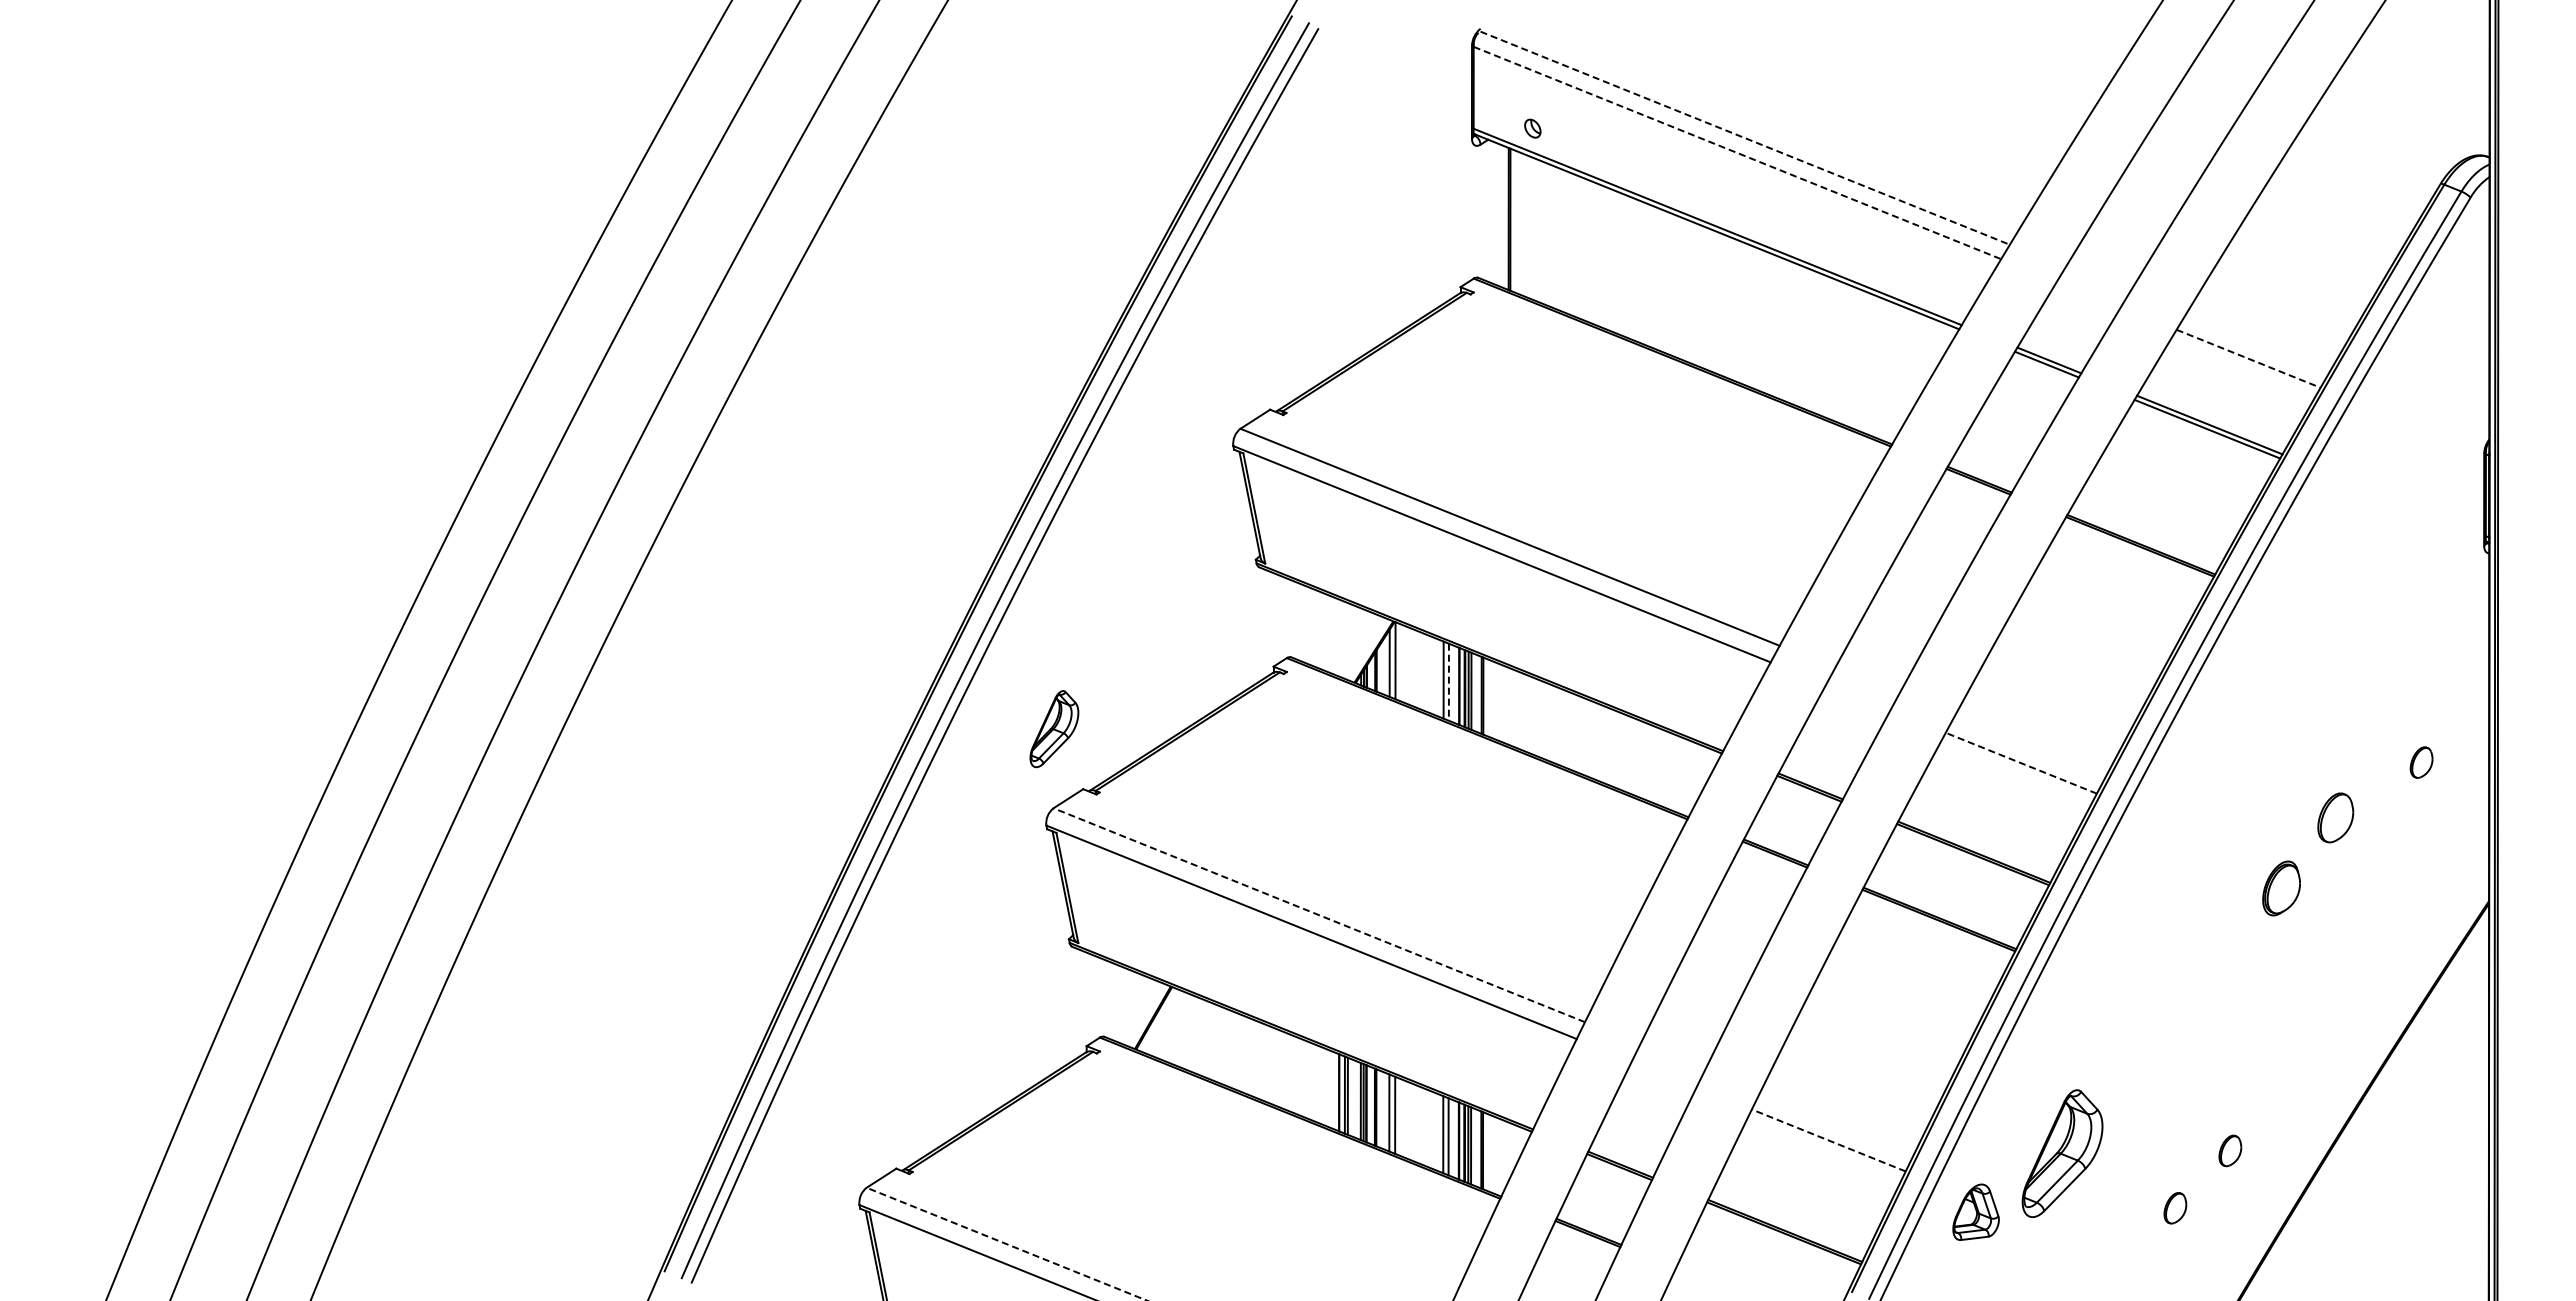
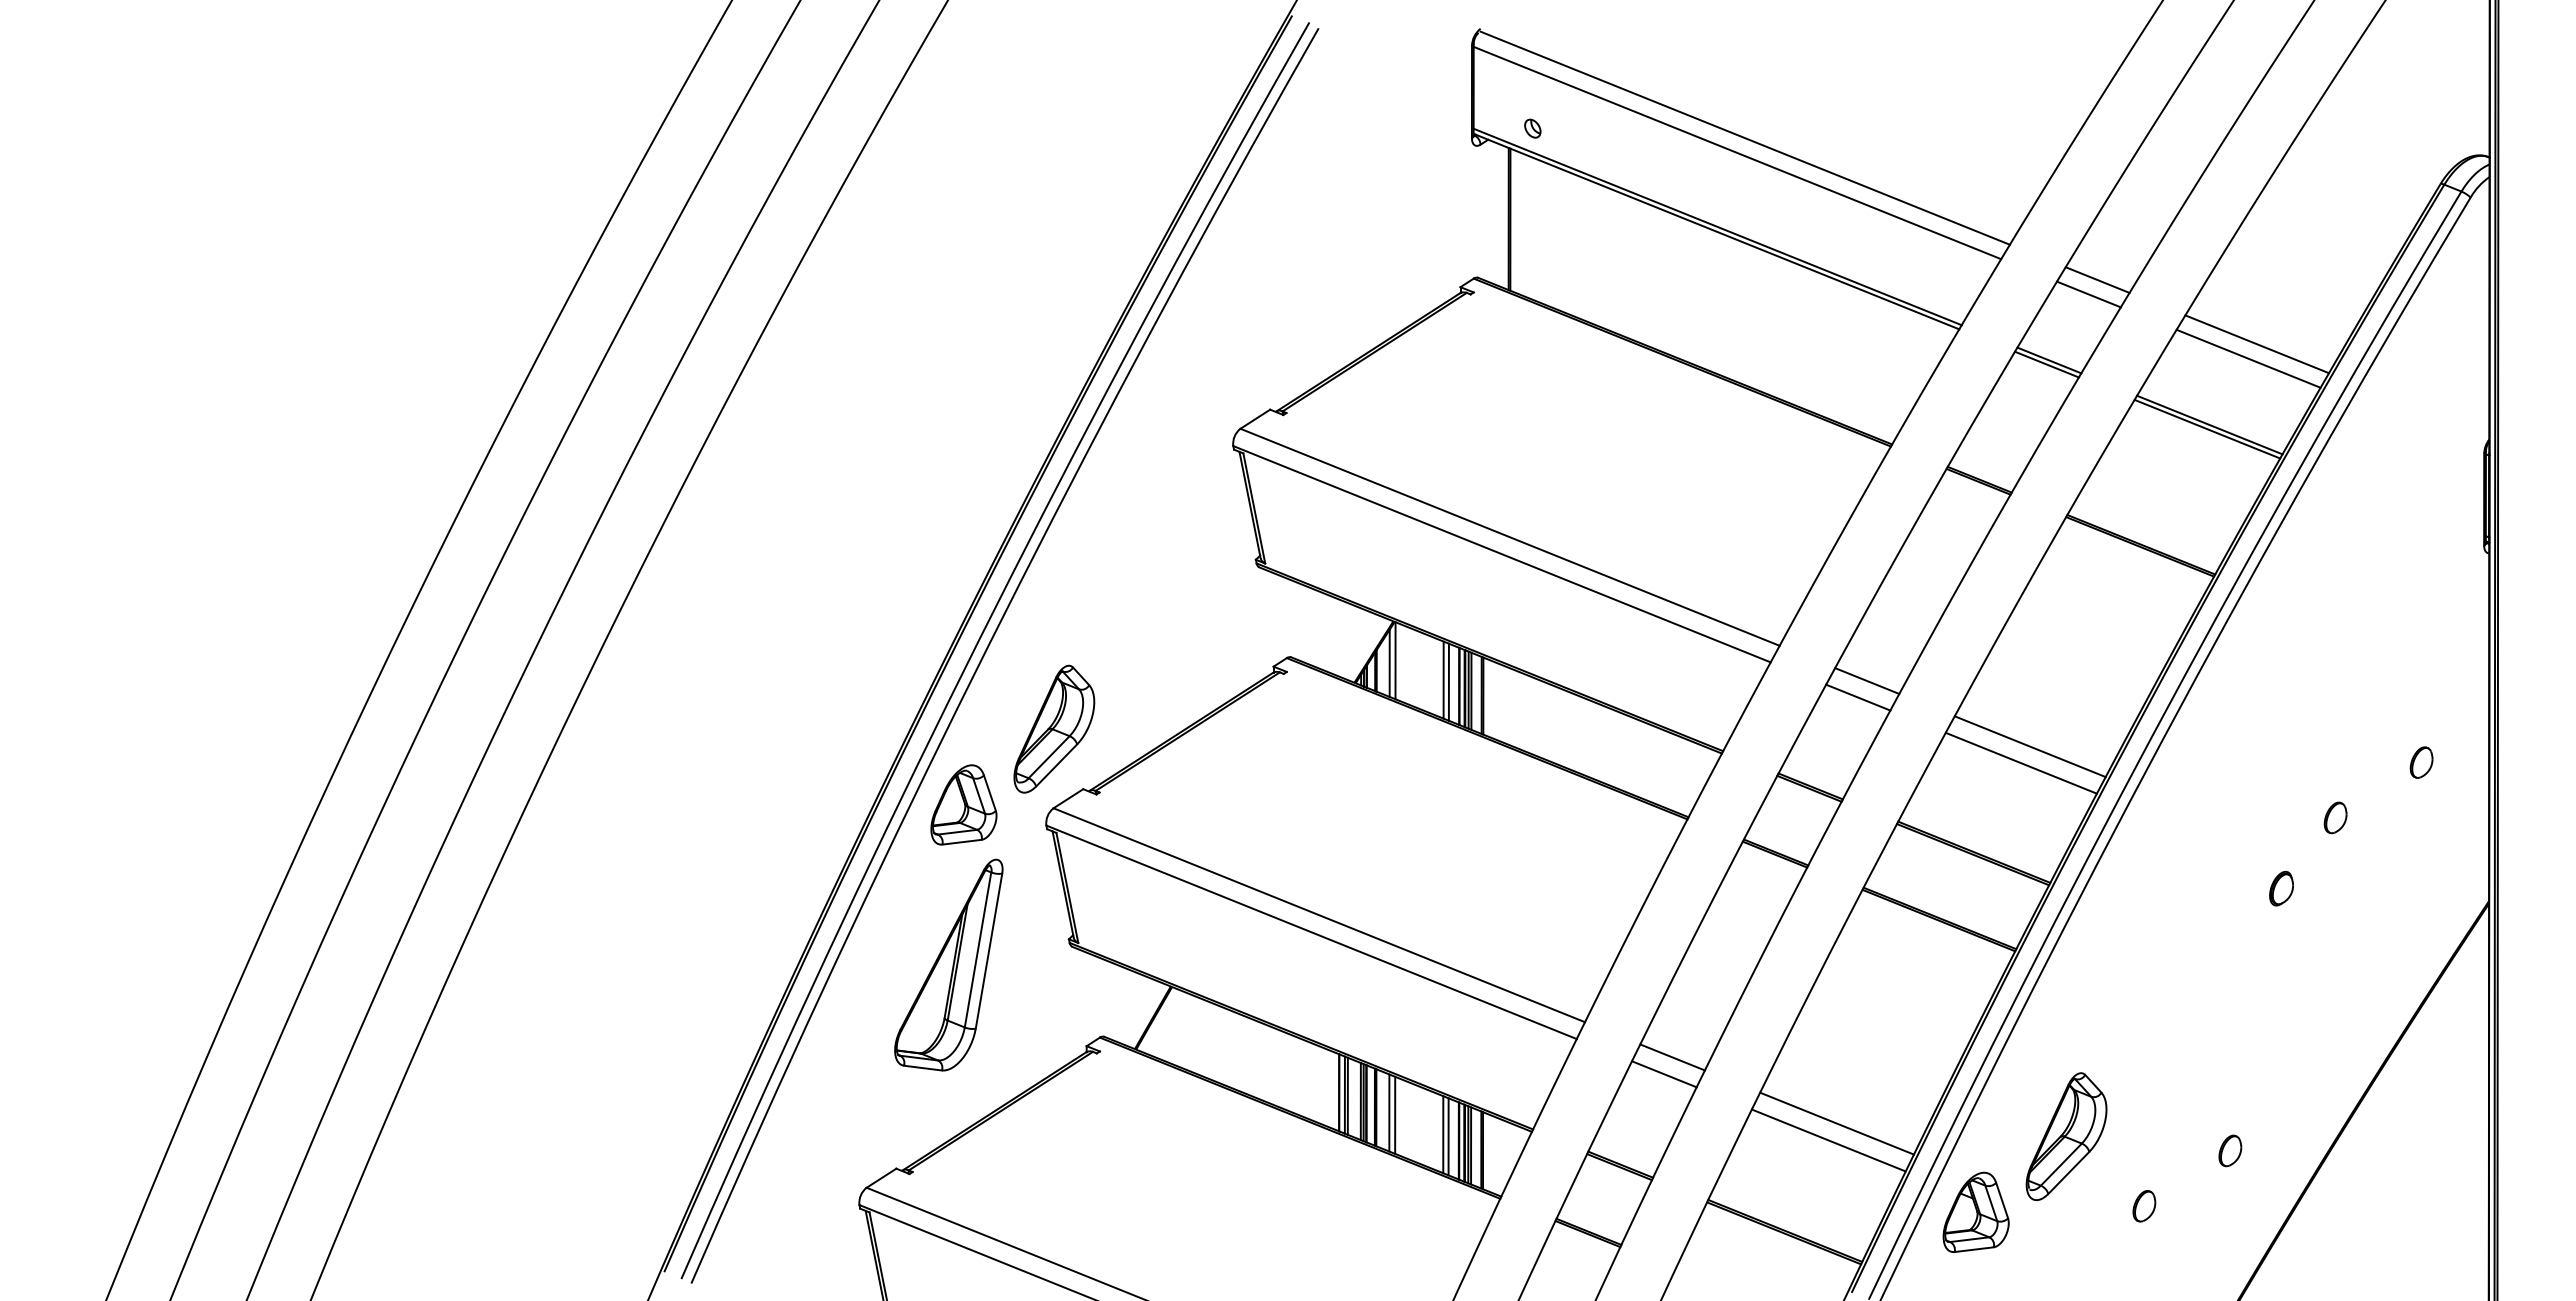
line at (1745, 138): dashed -> solid
line at (1737, 153): dashed -> solid
line at (2097, 279): none -> present
line at (2088, 294): none -> present
line at (2257, 344): none -> present
line at (2248, 358): dashed -> solid
line at (1867, 681): none -> present
line at (1448, 682): dashed -> solid
line at (1858, 697): none -> present
part at (1054, 729) size: 51x79 px -> 83x130 px
line at (2029, 746): none -> present
line at (2020, 763): dashed -> solid
part at (963, 804): none -> present
part at (2335, 817) size: 38x52 px -> 25x34 px
part at (2281, 888) size: 39x57 px -> 25x36 px
line at (1318, 915): dashed -> solid
part at (948, 964): none -> present
line at (1672, 1057): none -> present
line at (1664, 1074): none -> present
line at (1836, 1123): none -> present
line at (1828, 1140): dashed -> solid
part at (2062, 1153) position: (2062, 1153) -> (2066, 1136)
part at (2175, 1208) position: (2175, 1208) -> (2144, 1206)
part at (1975, 1211) size: 48x58 px -> 68x82 px
line at (1006, 1244): dashed -> solid
